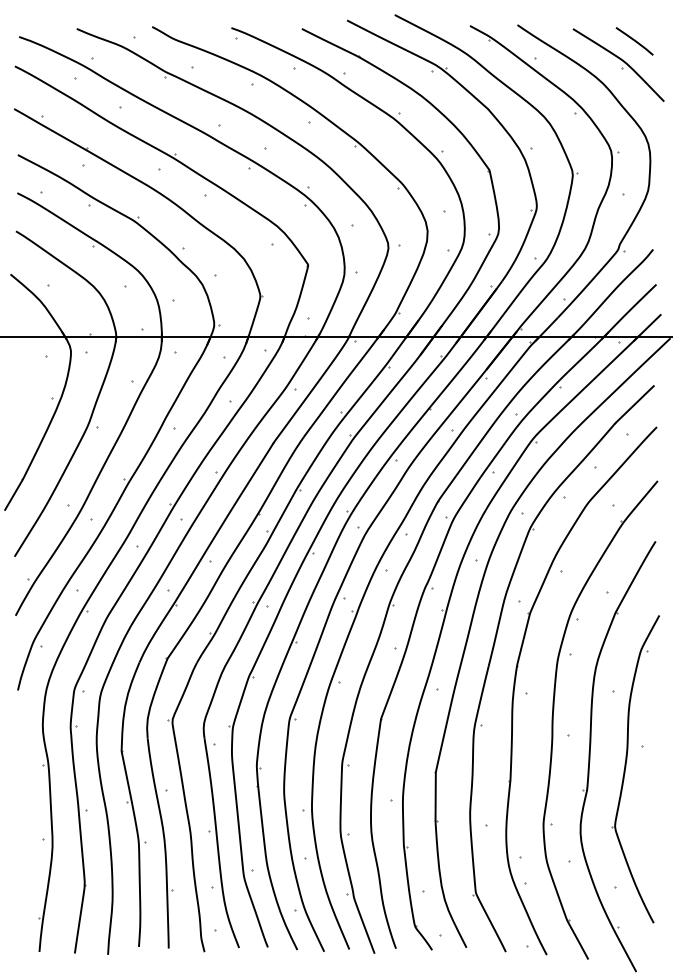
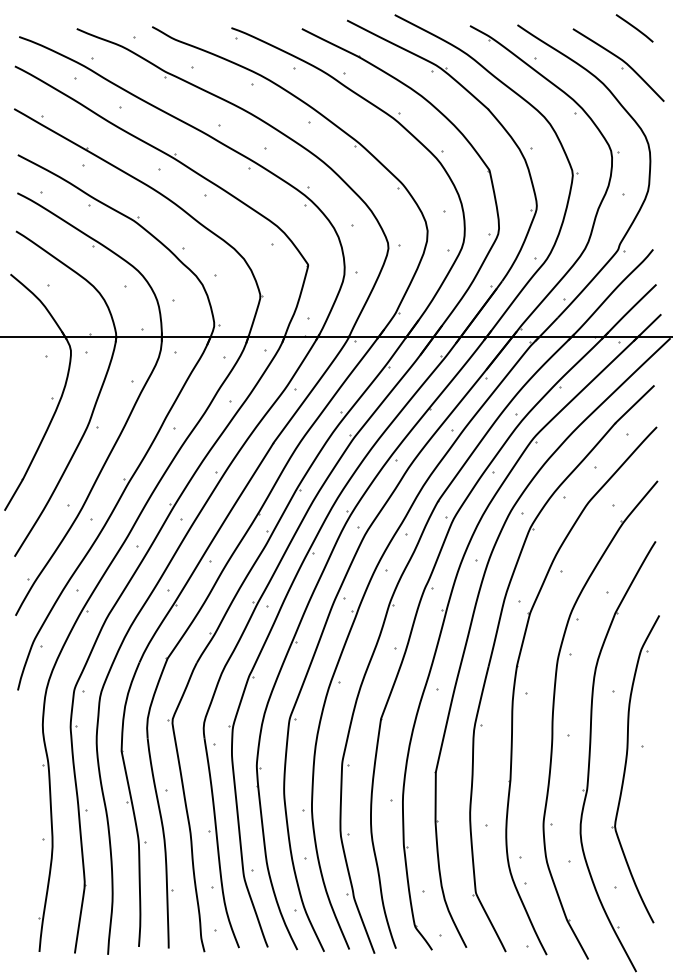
line at (634, 41) position: (634, 41) -> (634, 28)
